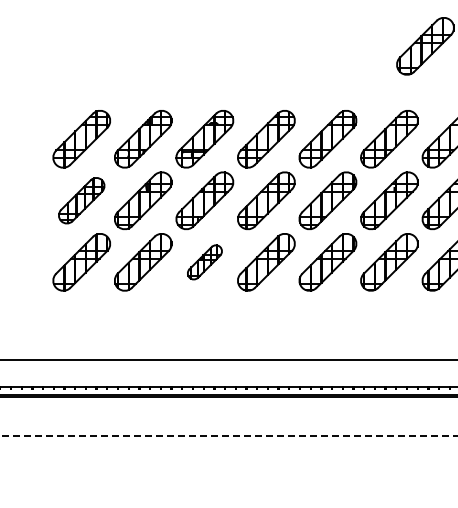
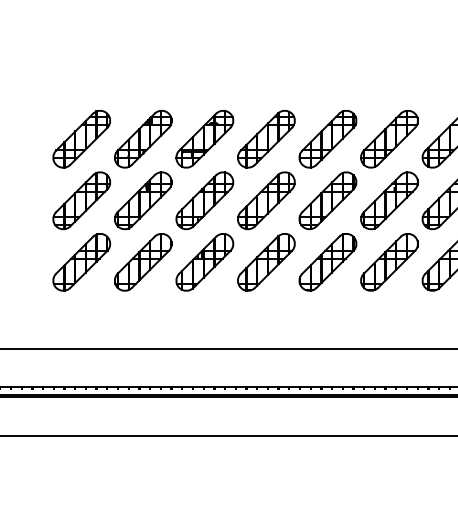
part at (425, 46): present -> none
part at (81, 200) size: 48x48 px -> 59x59 px
part at (204, 262) size: 36x37 px -> 60x59 px
line at (228, 359) position: (228, 359) -> (228, 348)
line at (229, 436): dashed -> solid
